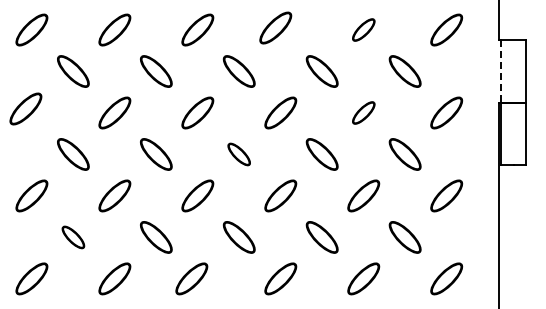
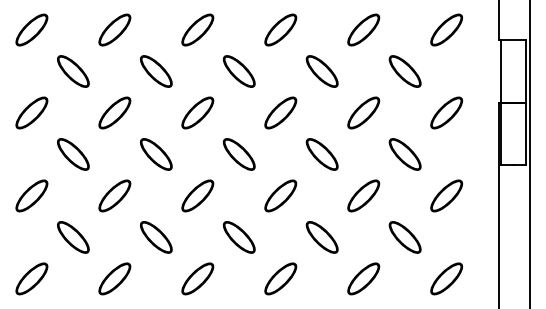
part at (275, 27) position: (275, 27) -> (280, 29)
part at (363, 29) size: 24x24 px -> 34x34 px
line at (501, 72): dashed -> solid
part at (25, 108) position: (25, 108) -> (31, 112)
part at (363, 112) size: 24x24 px -> 34x34 px
line at (529, 153): none -> present
part at (238, 154) size: 24x25 px -> 34x33 px
part at (73, 237) size: 25x25 px -> 33x33 px
part at (191, 278) position: (191, 278) -> (197, 278)
